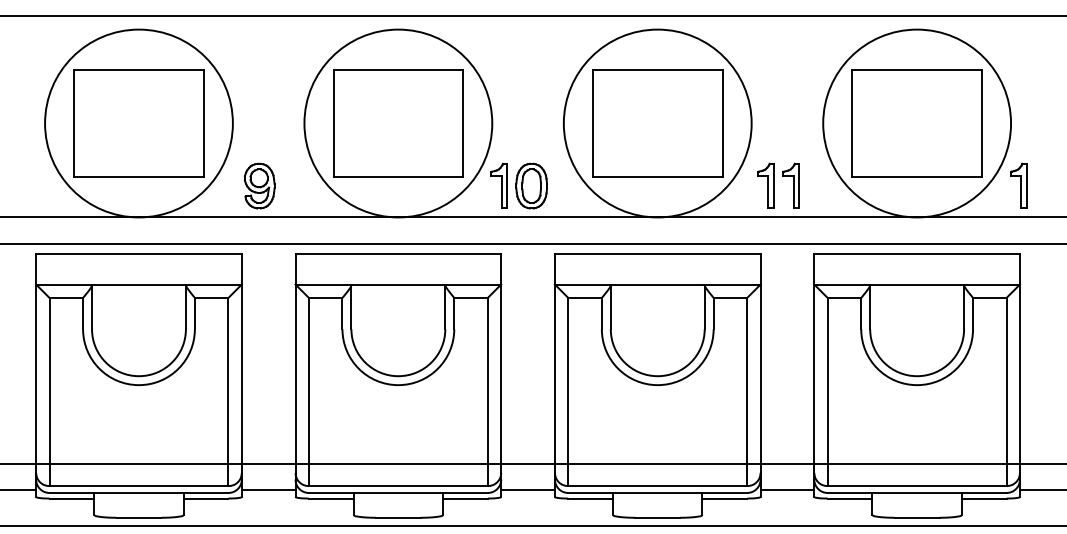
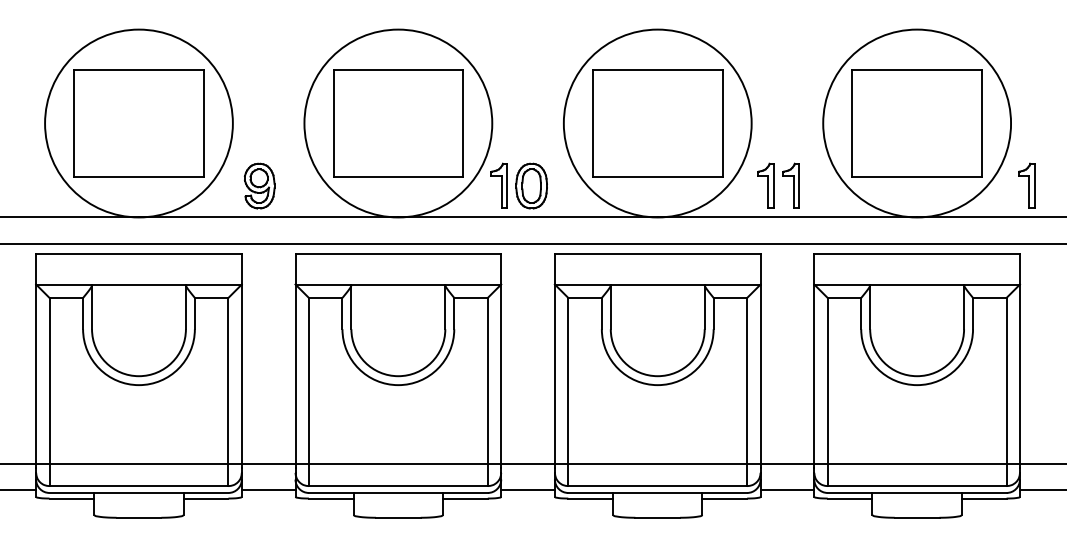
line at (532, 16): present -> none
part at (1018, 185) position: (1018, 185) -> (1026, 185)
line at (532, 526): present -> none
